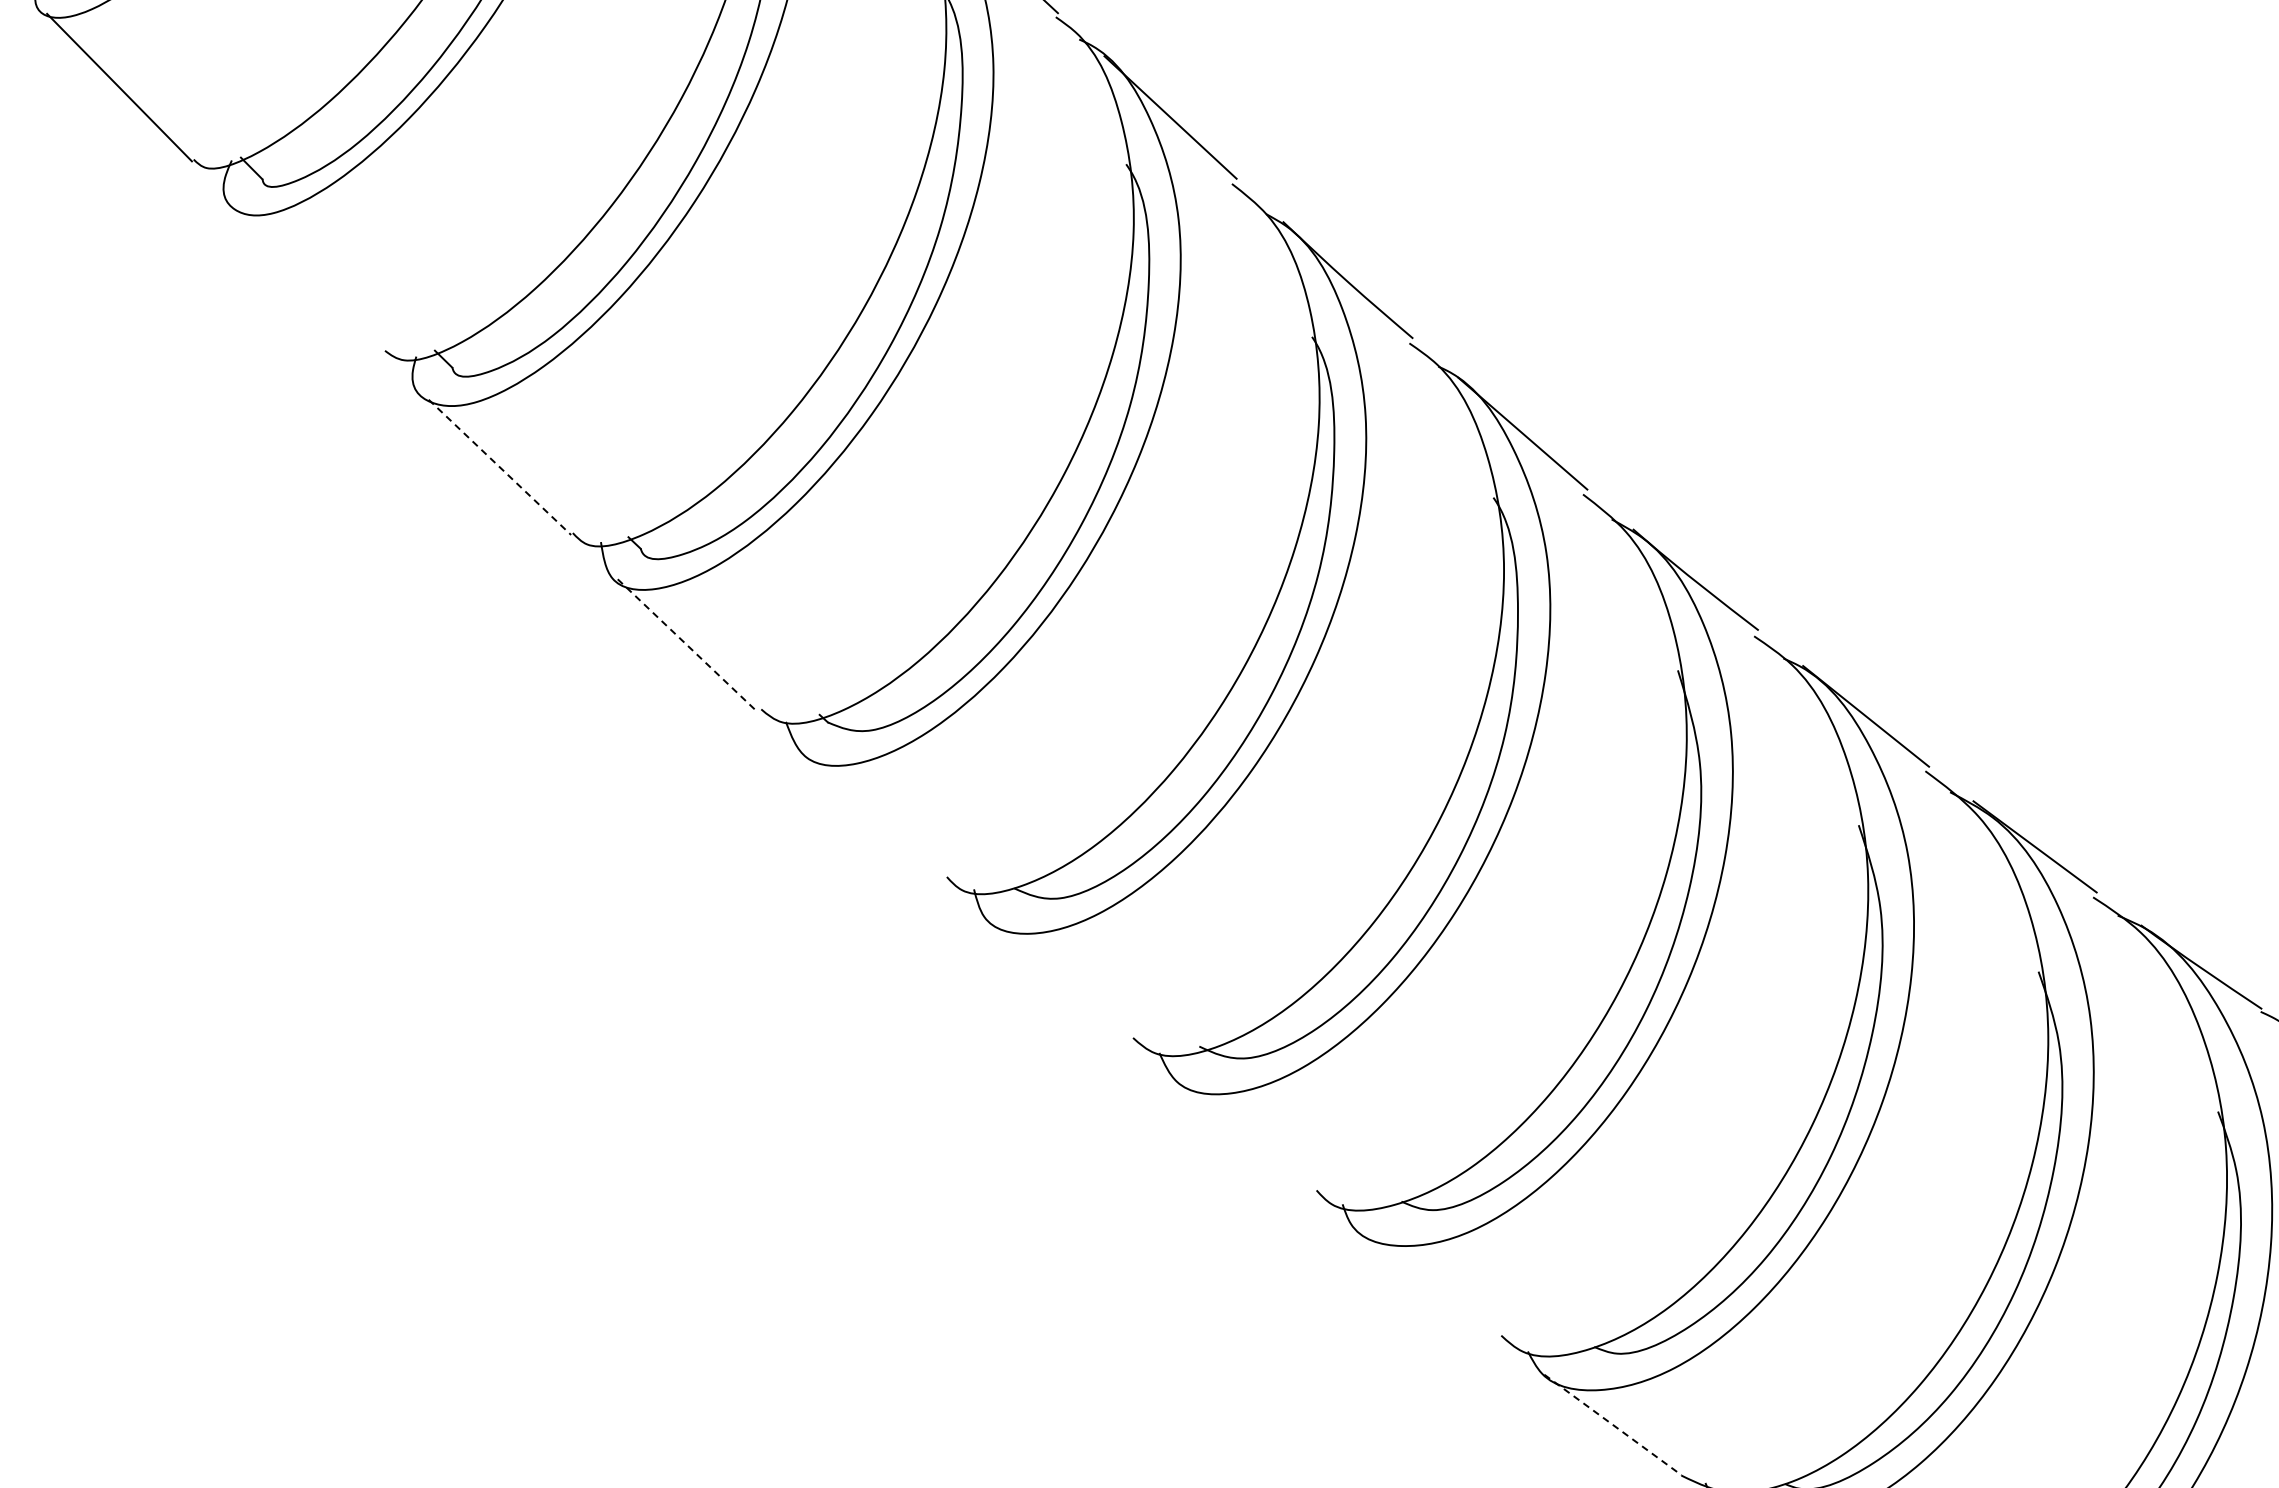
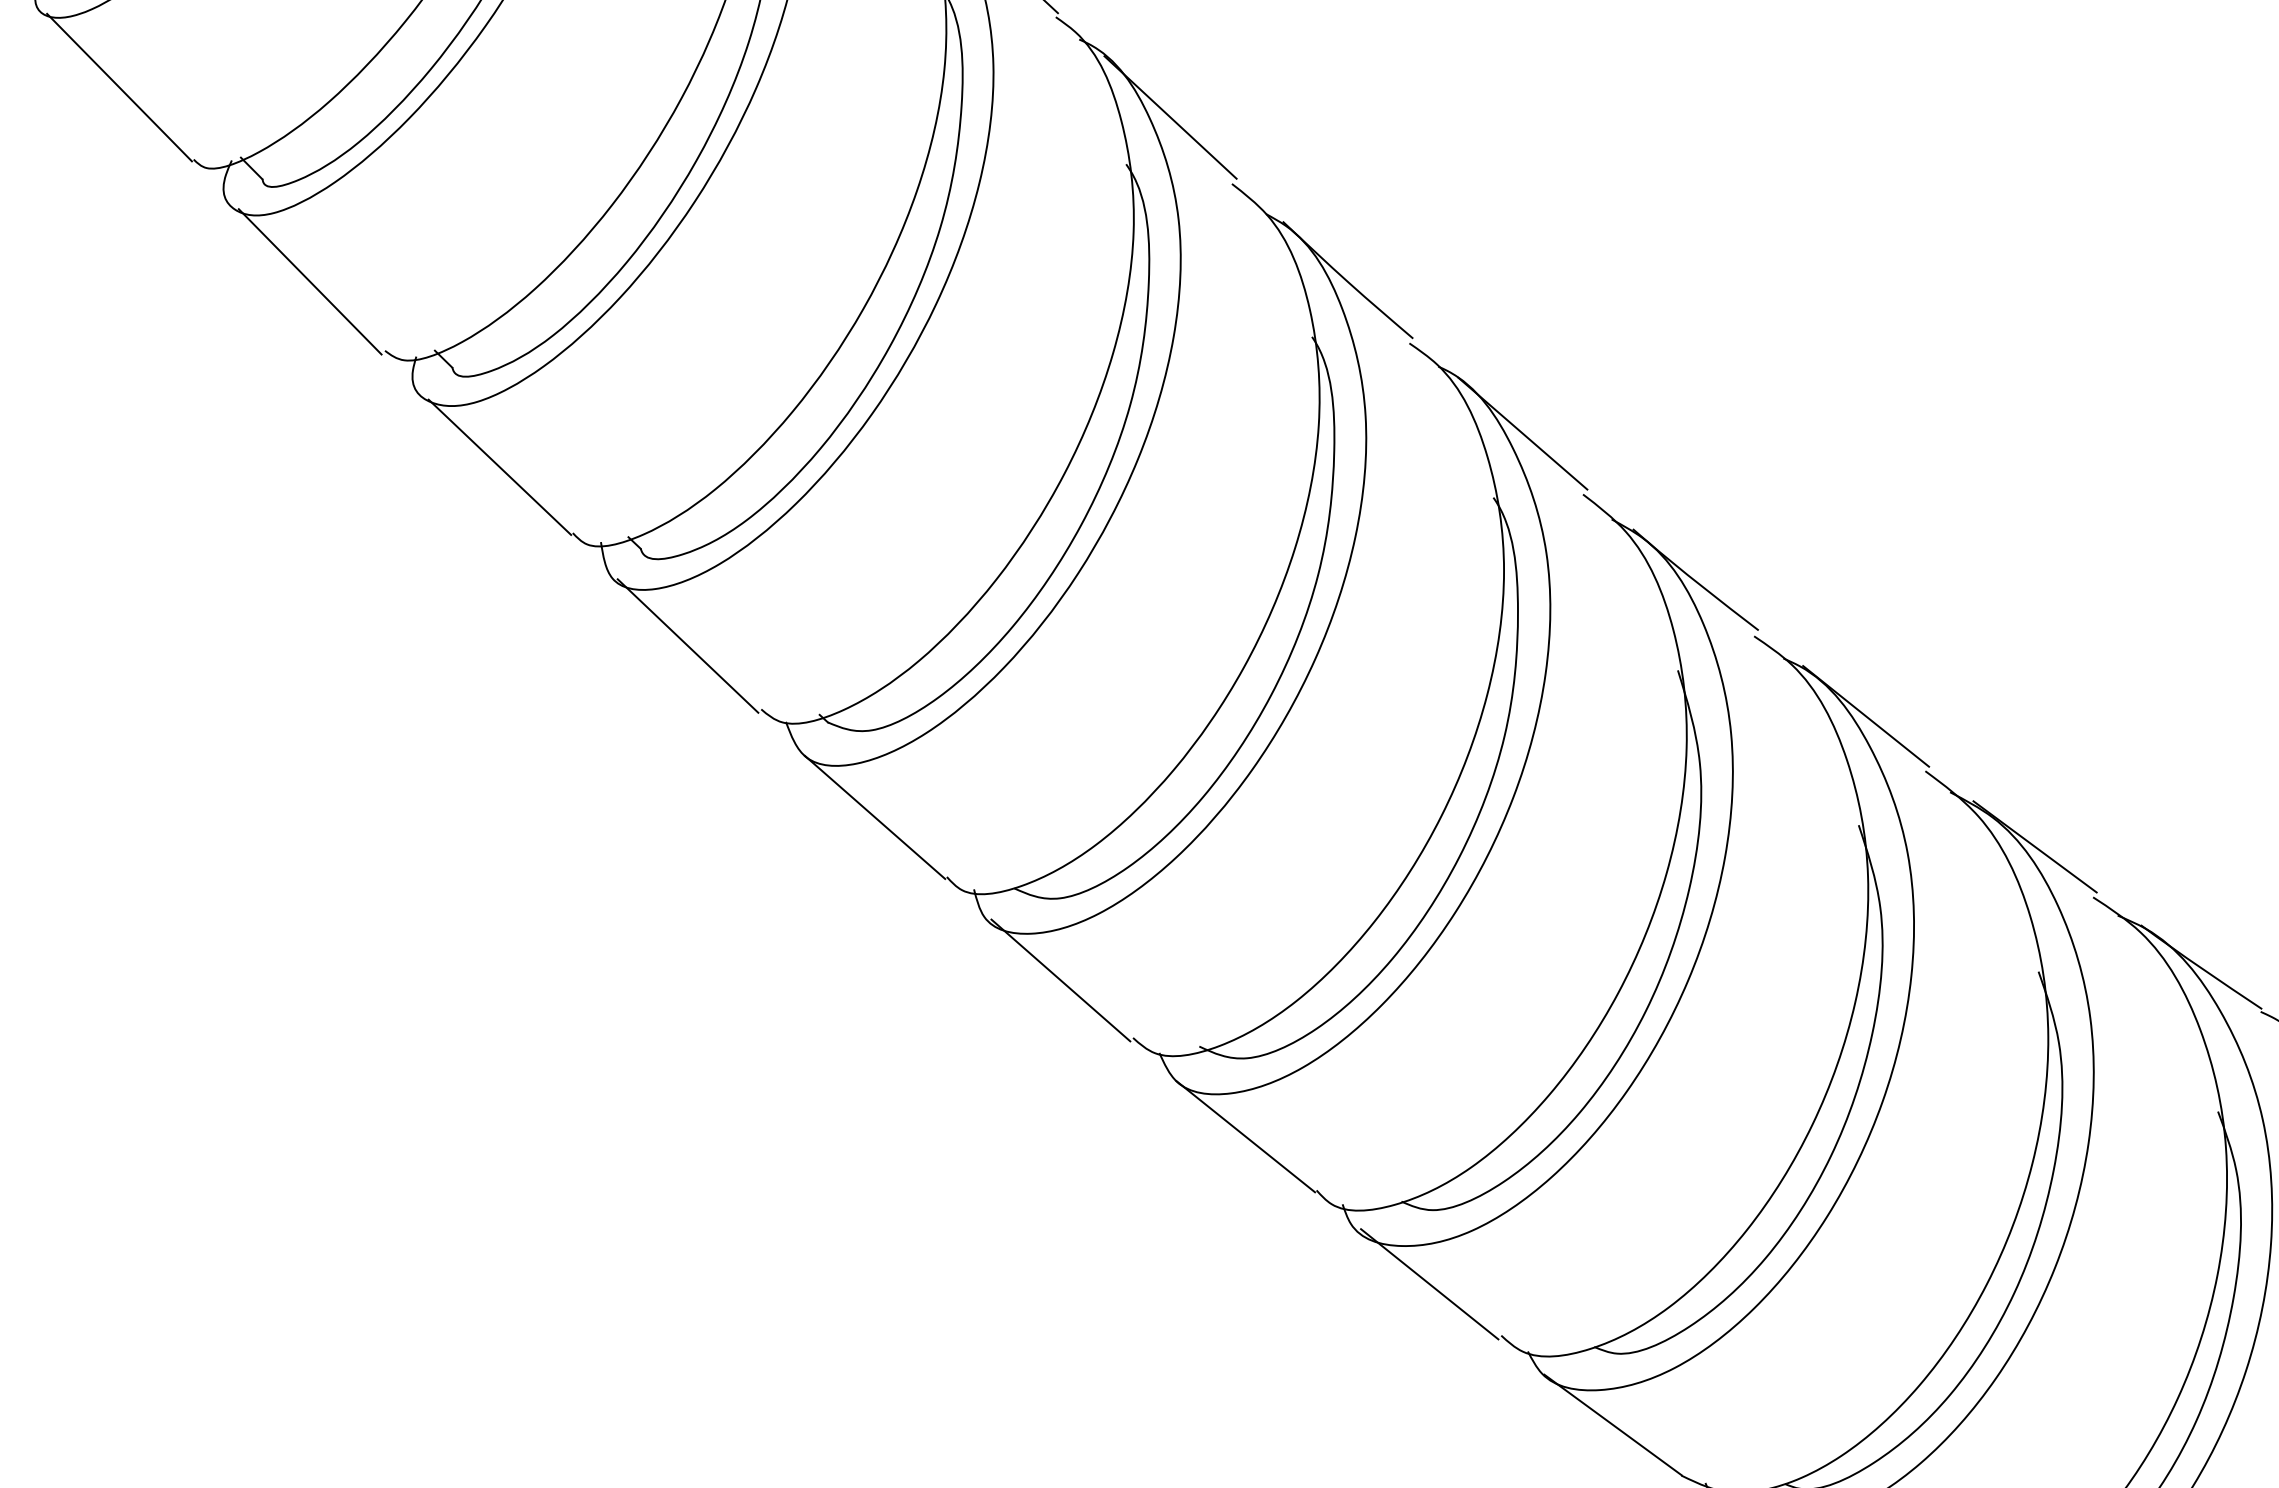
line at (309, 281): none -> present
line at (500, 467): dashed -> solid
line at (688, 646): dashed -> solid
line at (874, 816): none -> present
line at (1060, 980): none -> present
line at (1245, 1136): none -> present
line at (1429, 1284): none -> present
line at (1613, 1425): dashed -> solid
